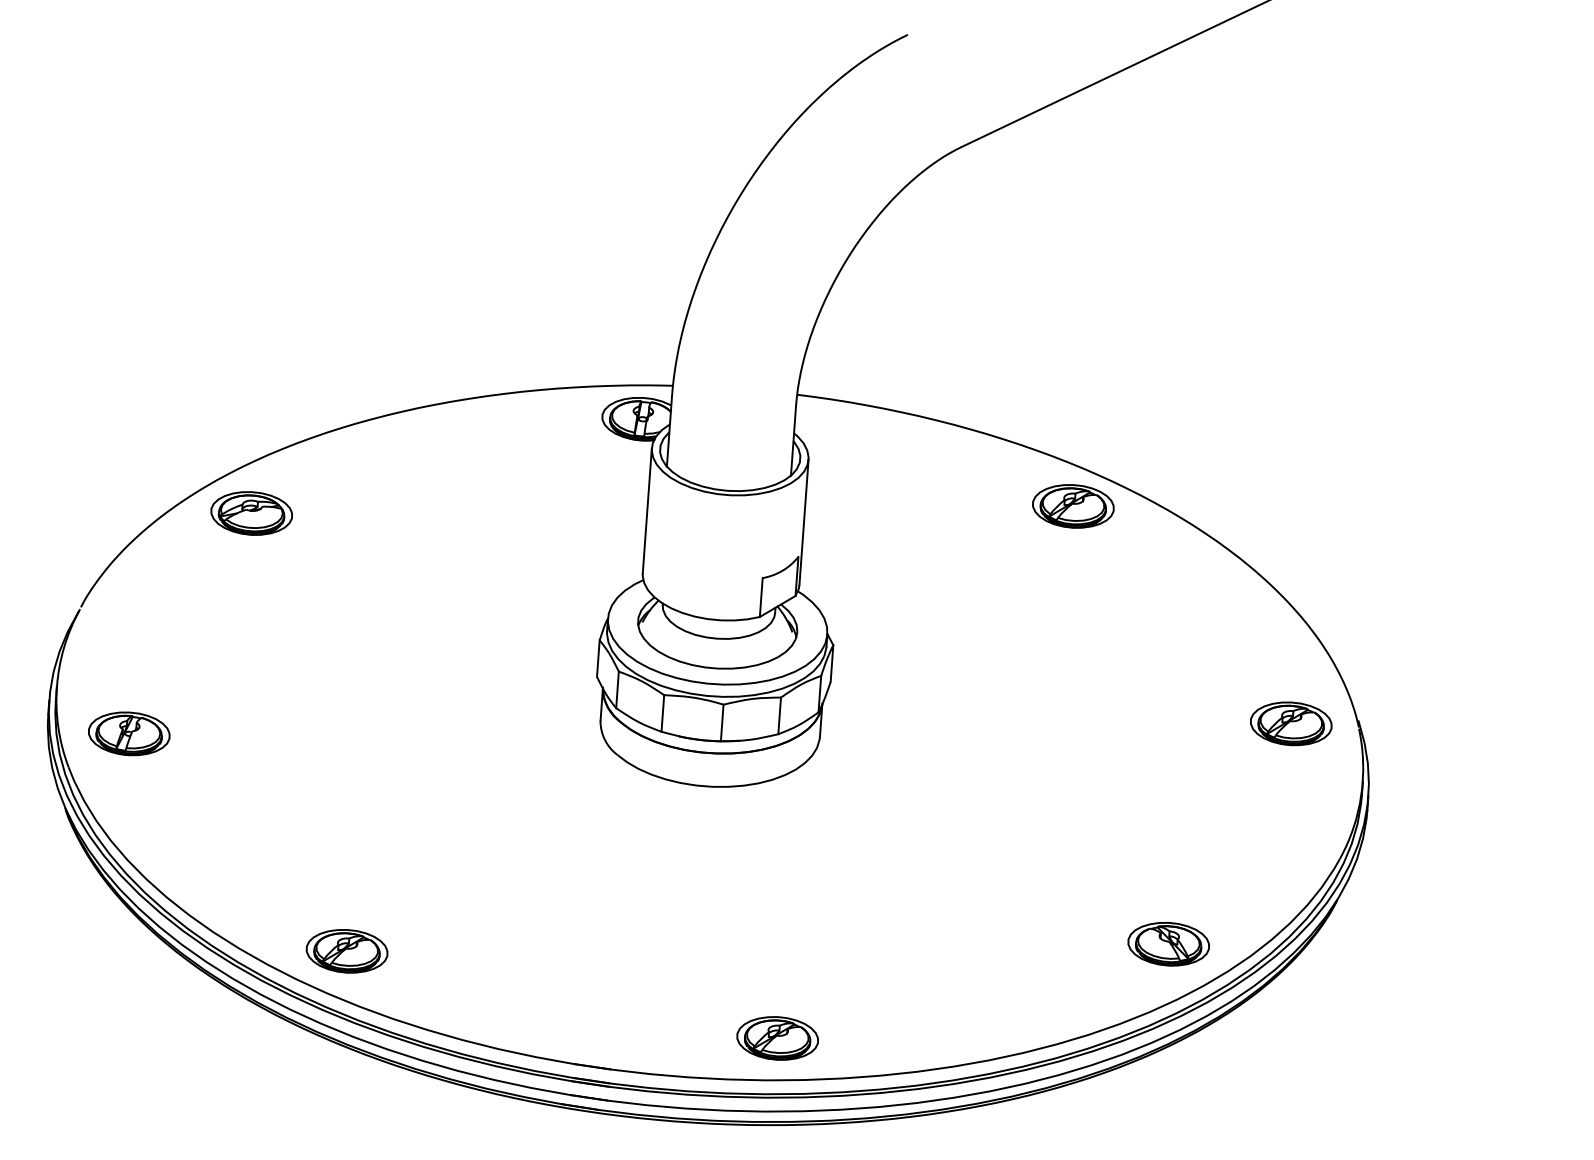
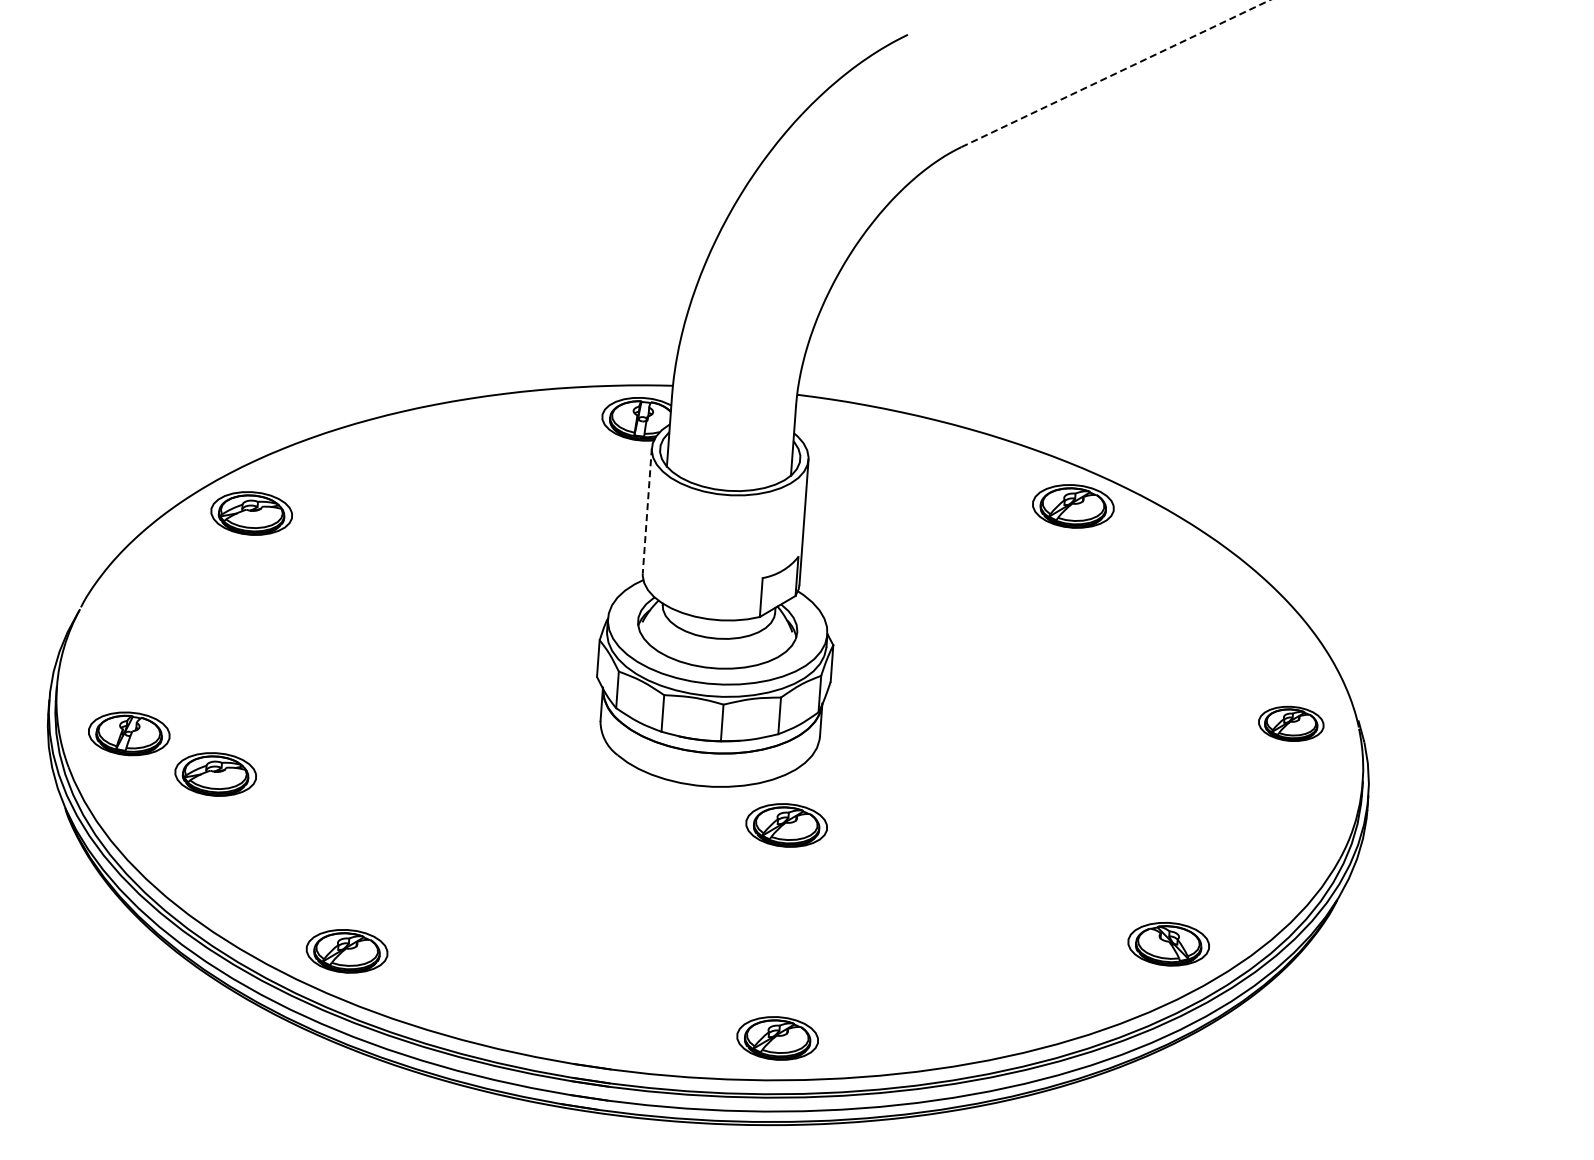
line at (1115, 73): solid -> dashed
line at (647, 510): solid -> dashed
part at (1291, 723) size: 83x46 px -> 67x37 px
part at (215, 774): none -> present
part at (786, 825): none -> present
